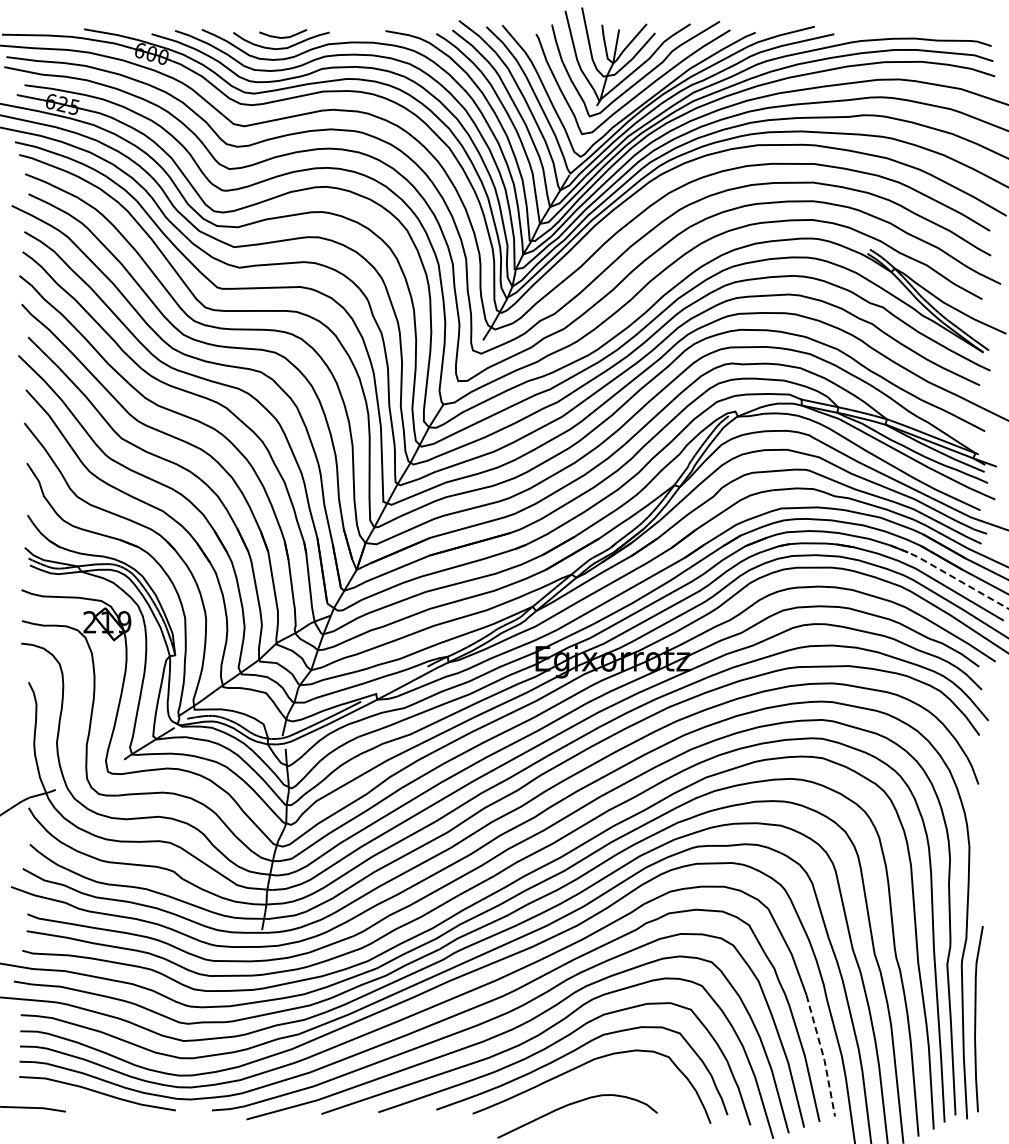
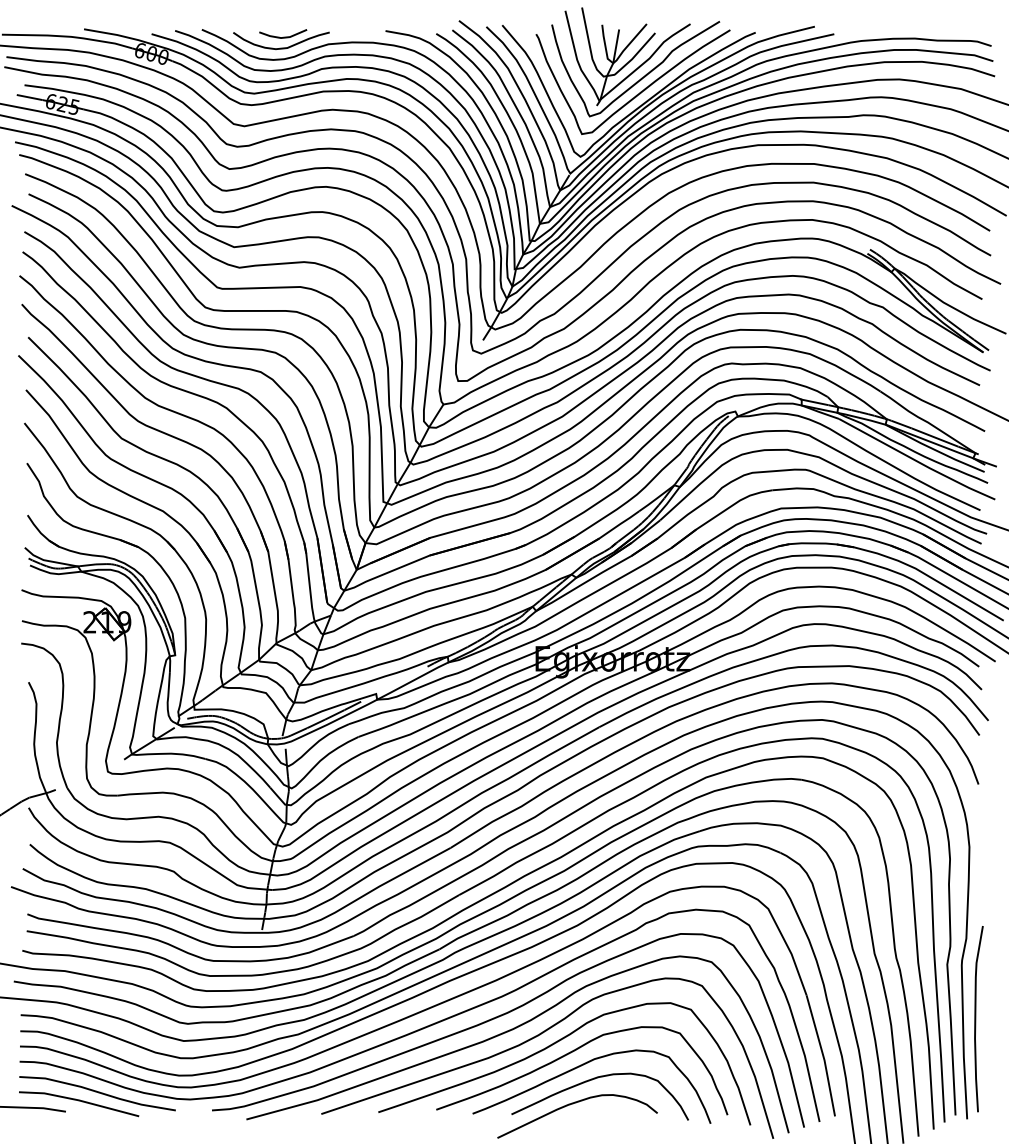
line at (950, 575): dashed -> solid
line at (823, 1056): dashed -> solid
curve at (595, 1079): none -> present
line at (79, 1101): none -> present
